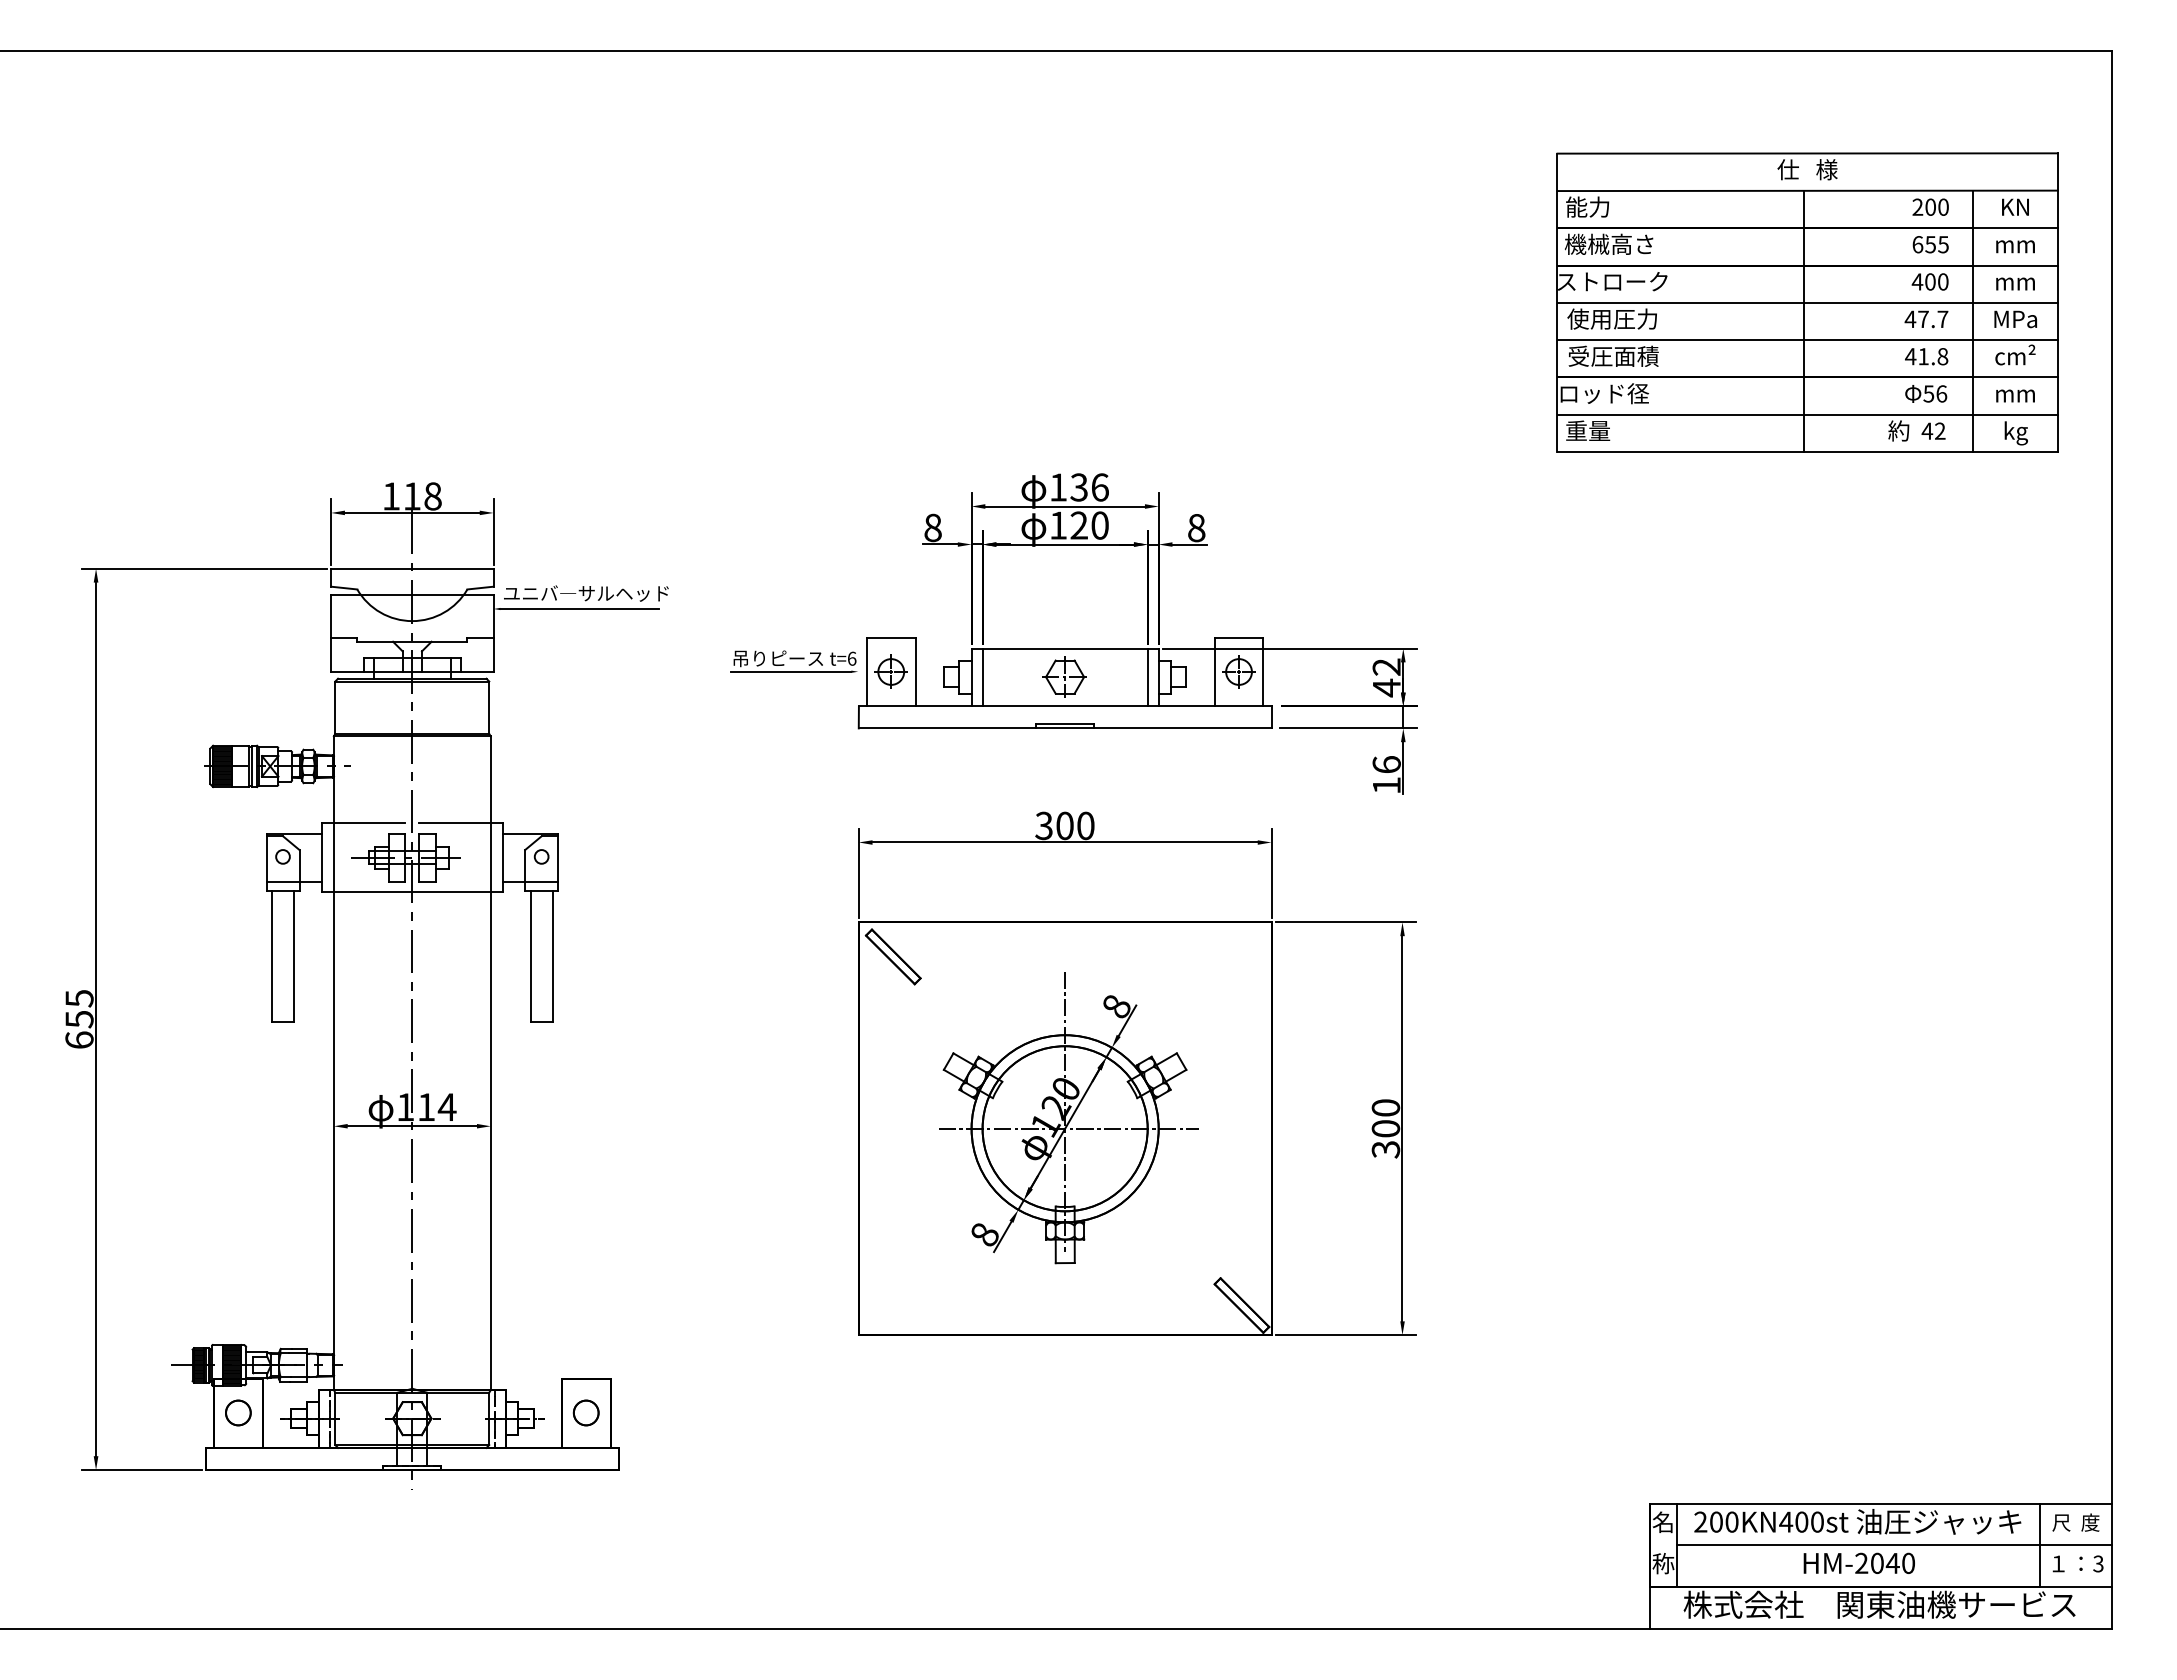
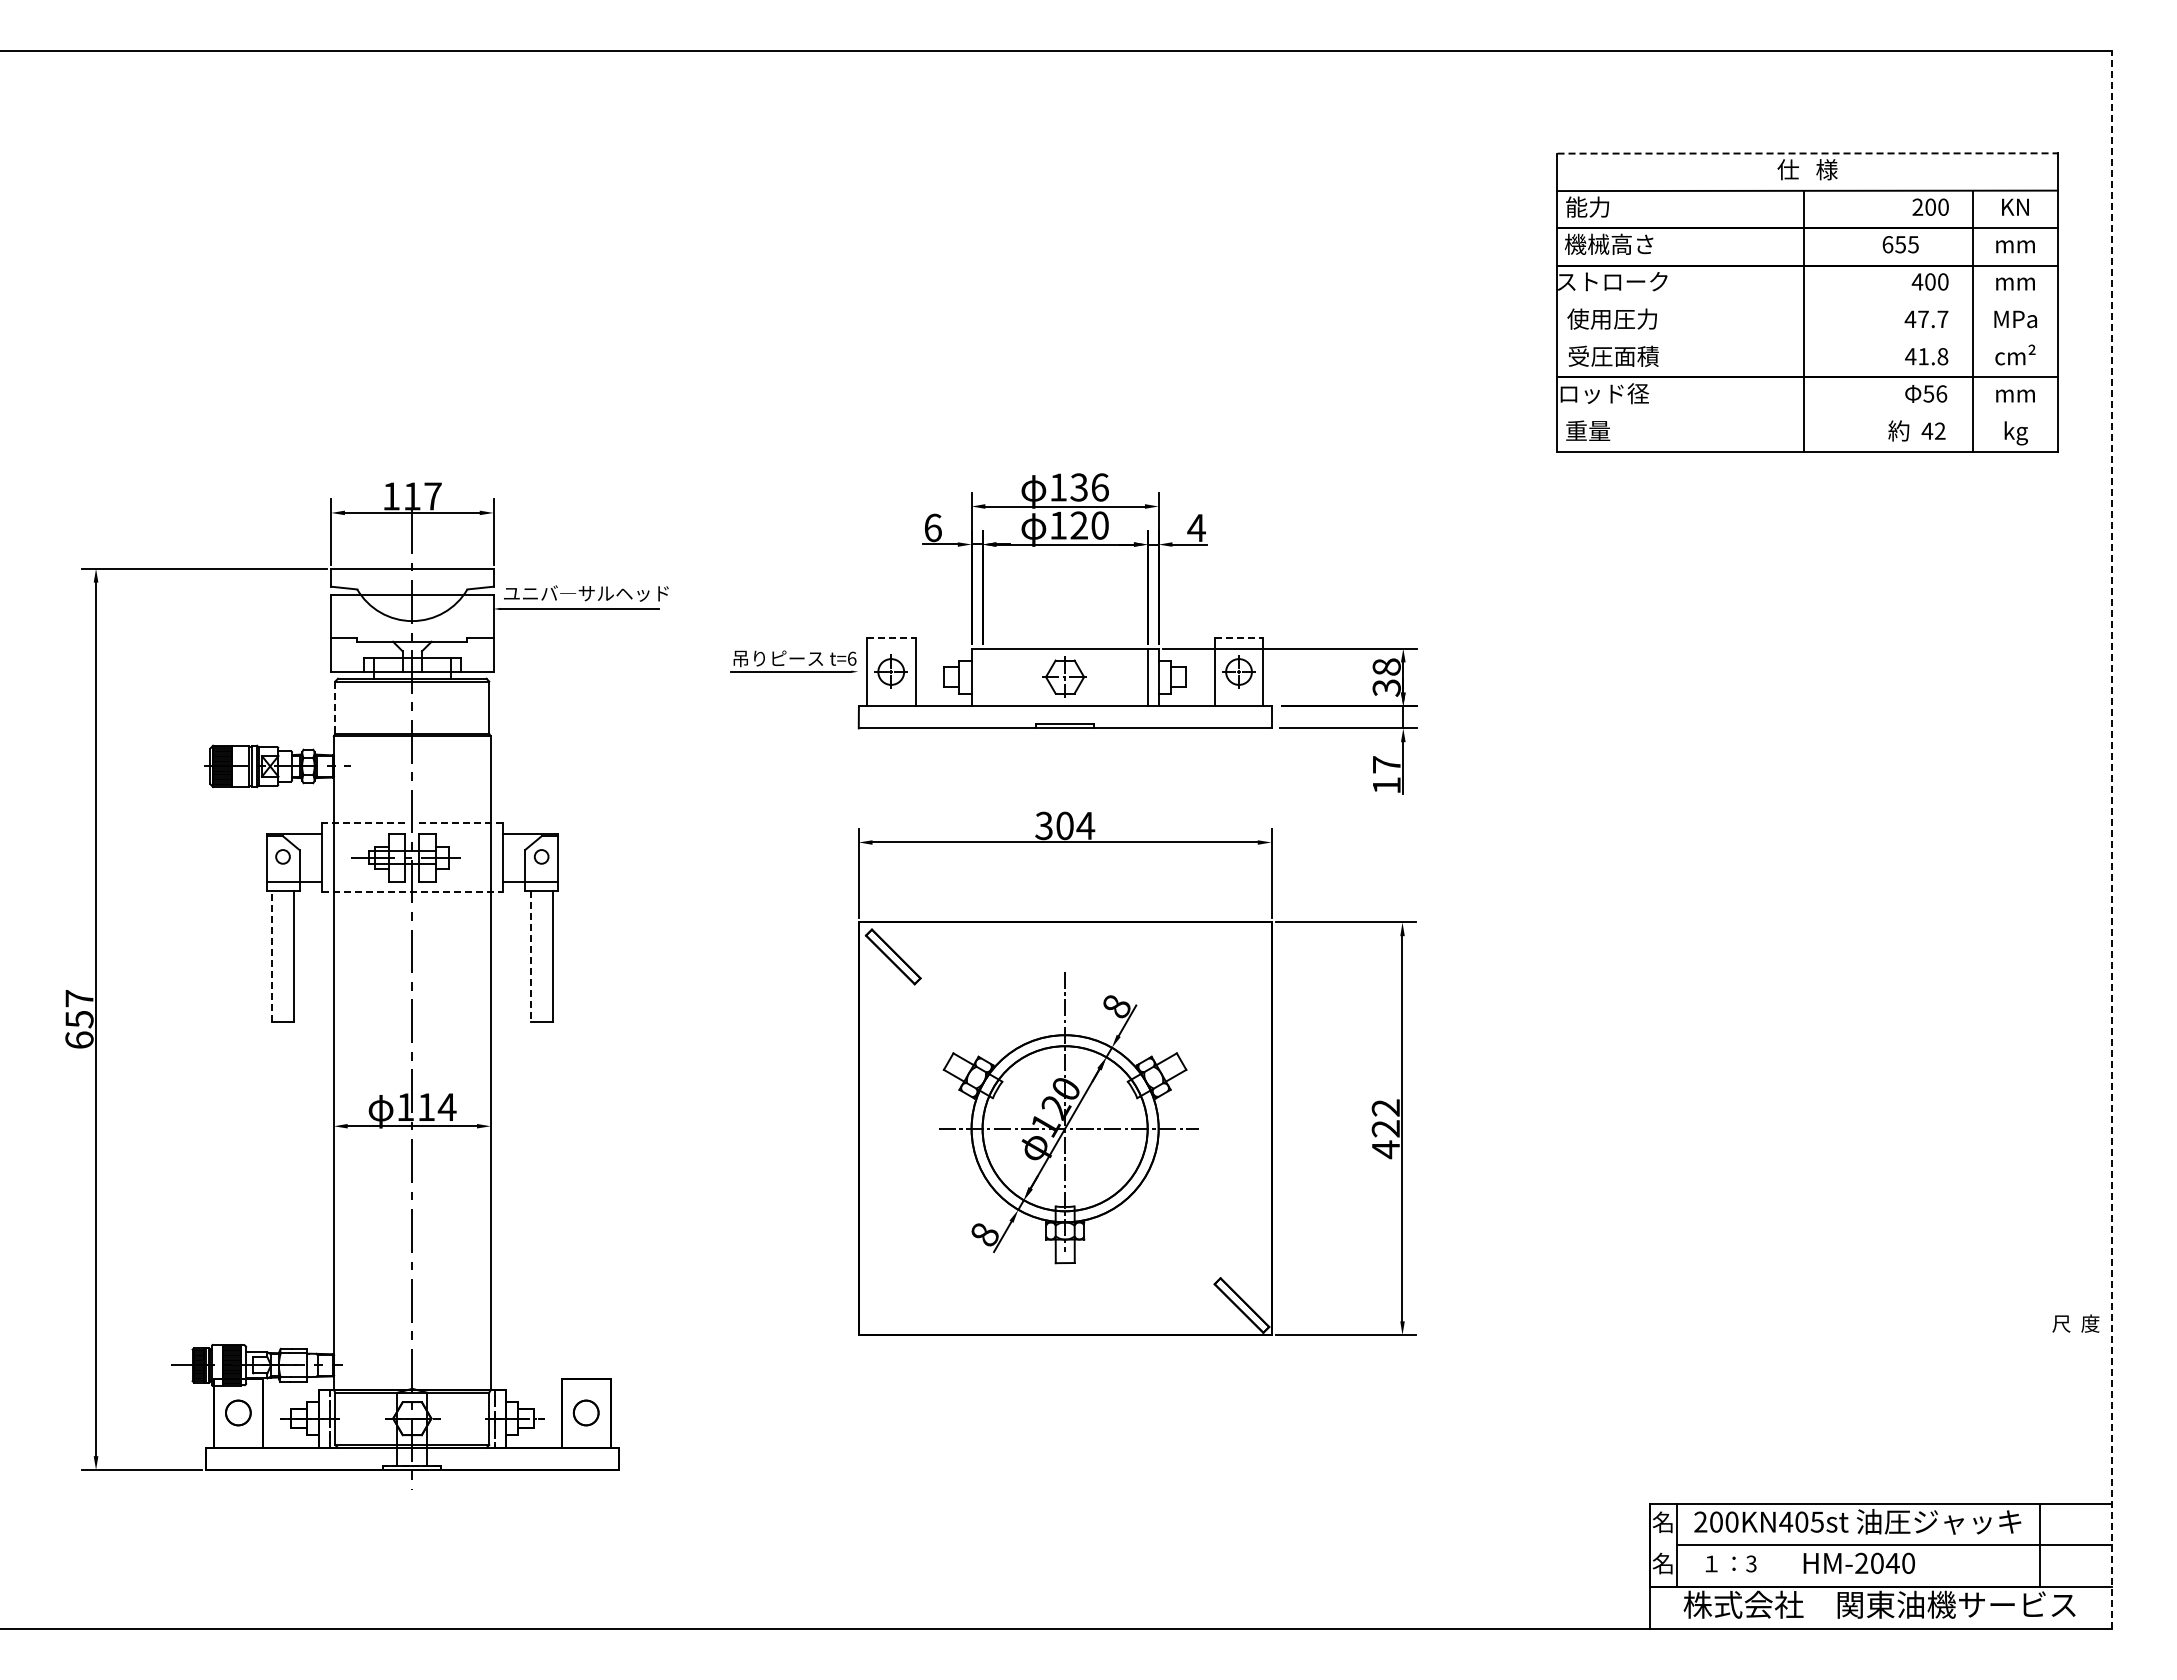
line at (1808, 153): solid -> dashed
text at (1930, 244) position: (1930, 244) -> (1900, 244)
line at (1807, 302): present -> none
line at (1807, 340): present -> none
line at (1807, 414): present -> none
text at (432, 496): 118 -> 117
text at (932, 527): 8 -> 6
text at (1196, 528): 8 -> 4
line at (891, 637): solid -> dashed
line at (1239, 637): solid -> dashed
line at (982, 677): present -> none
text at (1386, 677): 42 -> 38
line at (335, 708): solid -> dashed
text at (1386, 764): 16 -> 17
line at (363, 823): solid -> dashed
line at (461, 823): solid -> dashed
text at (1085, 825): 300 -> 304
line at (2111, 839): solid -> dashed
line at (412, 892): solid -> dashed
line at (272, 956): solid -> dashed
line at (530, 957): solid -> dashed
text at (79, 998): 655 -> 657
text at (1385, 1129): 300 -> 422
text at (1816, 1521): 200KN400st -> 200KN405st
text at (2075, 1522) position: (2075, 1522) -> (2075, 1323)
text at (1663, 1563): 称 -> 名
text at (2077, 1563) position: (2077, 1563) -> (1730, 1563)
